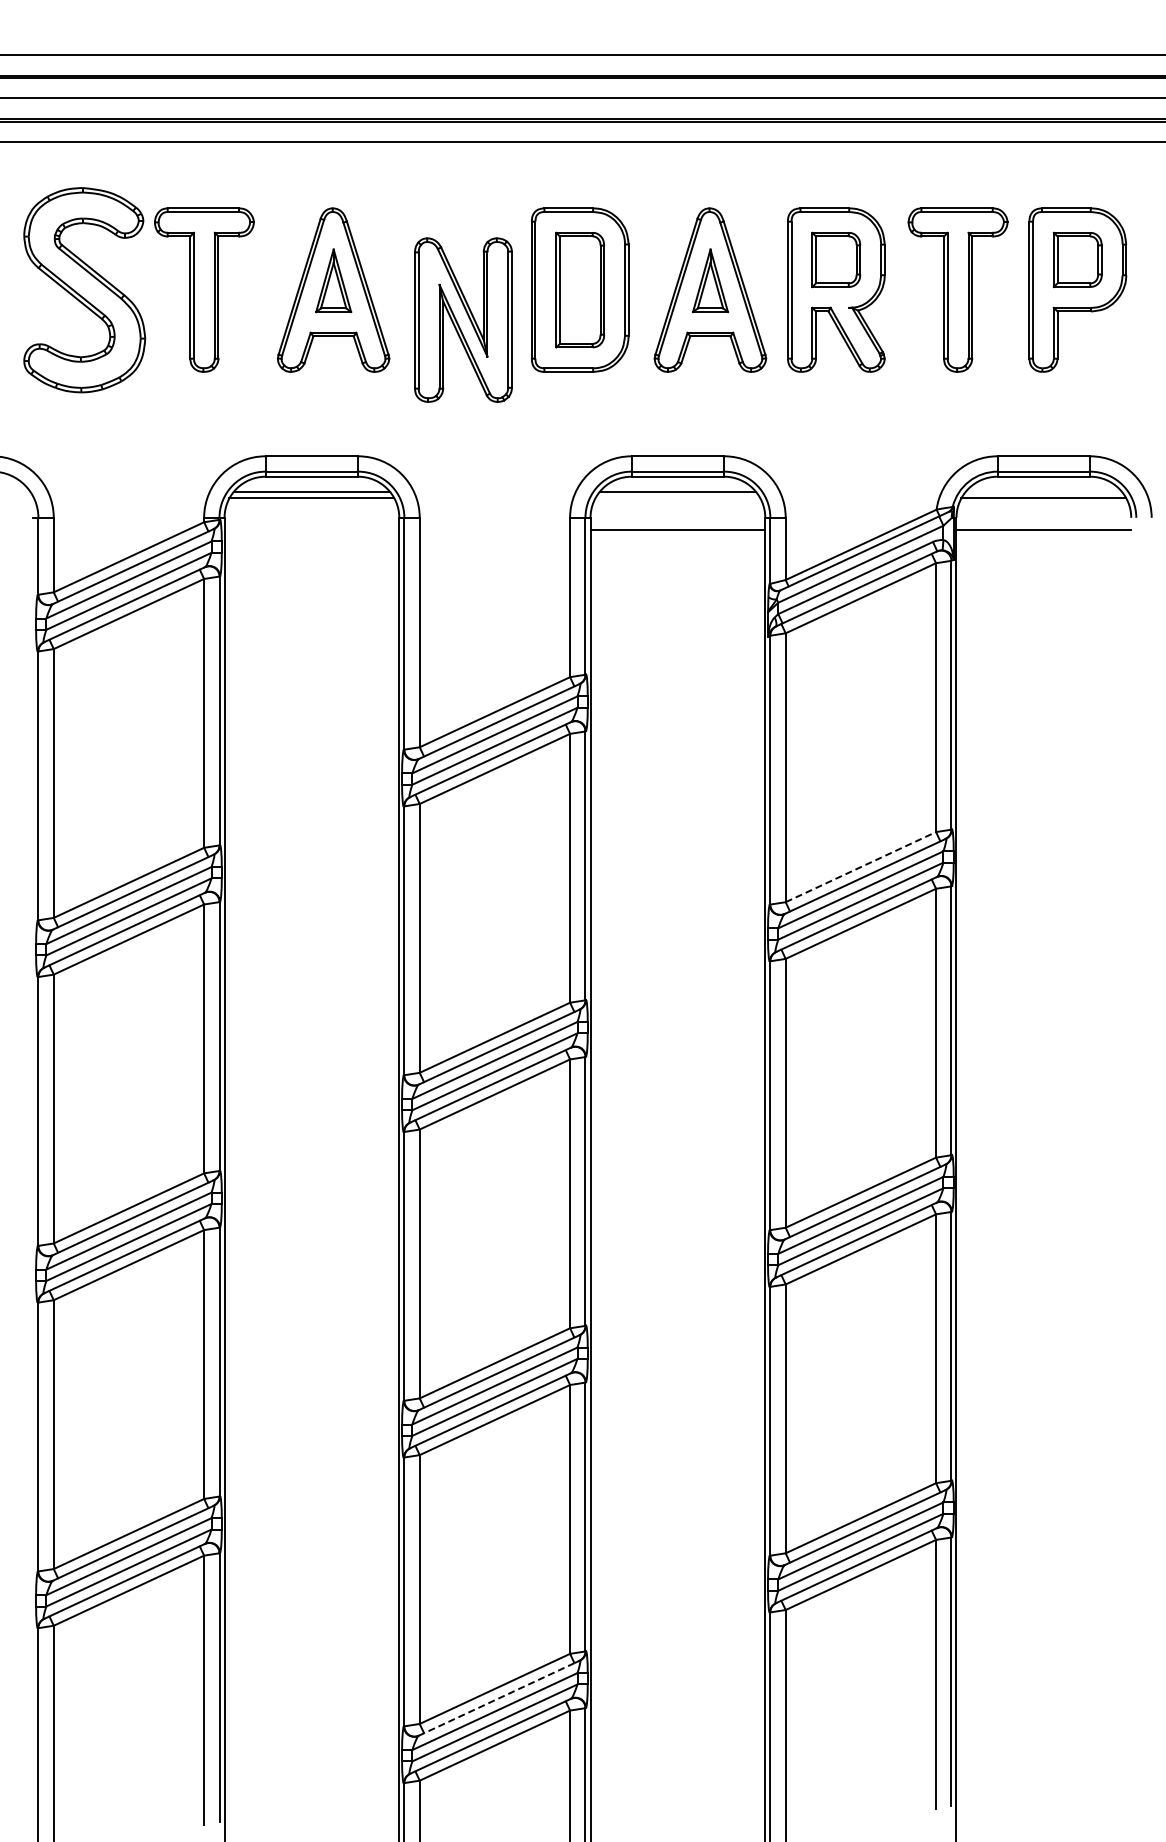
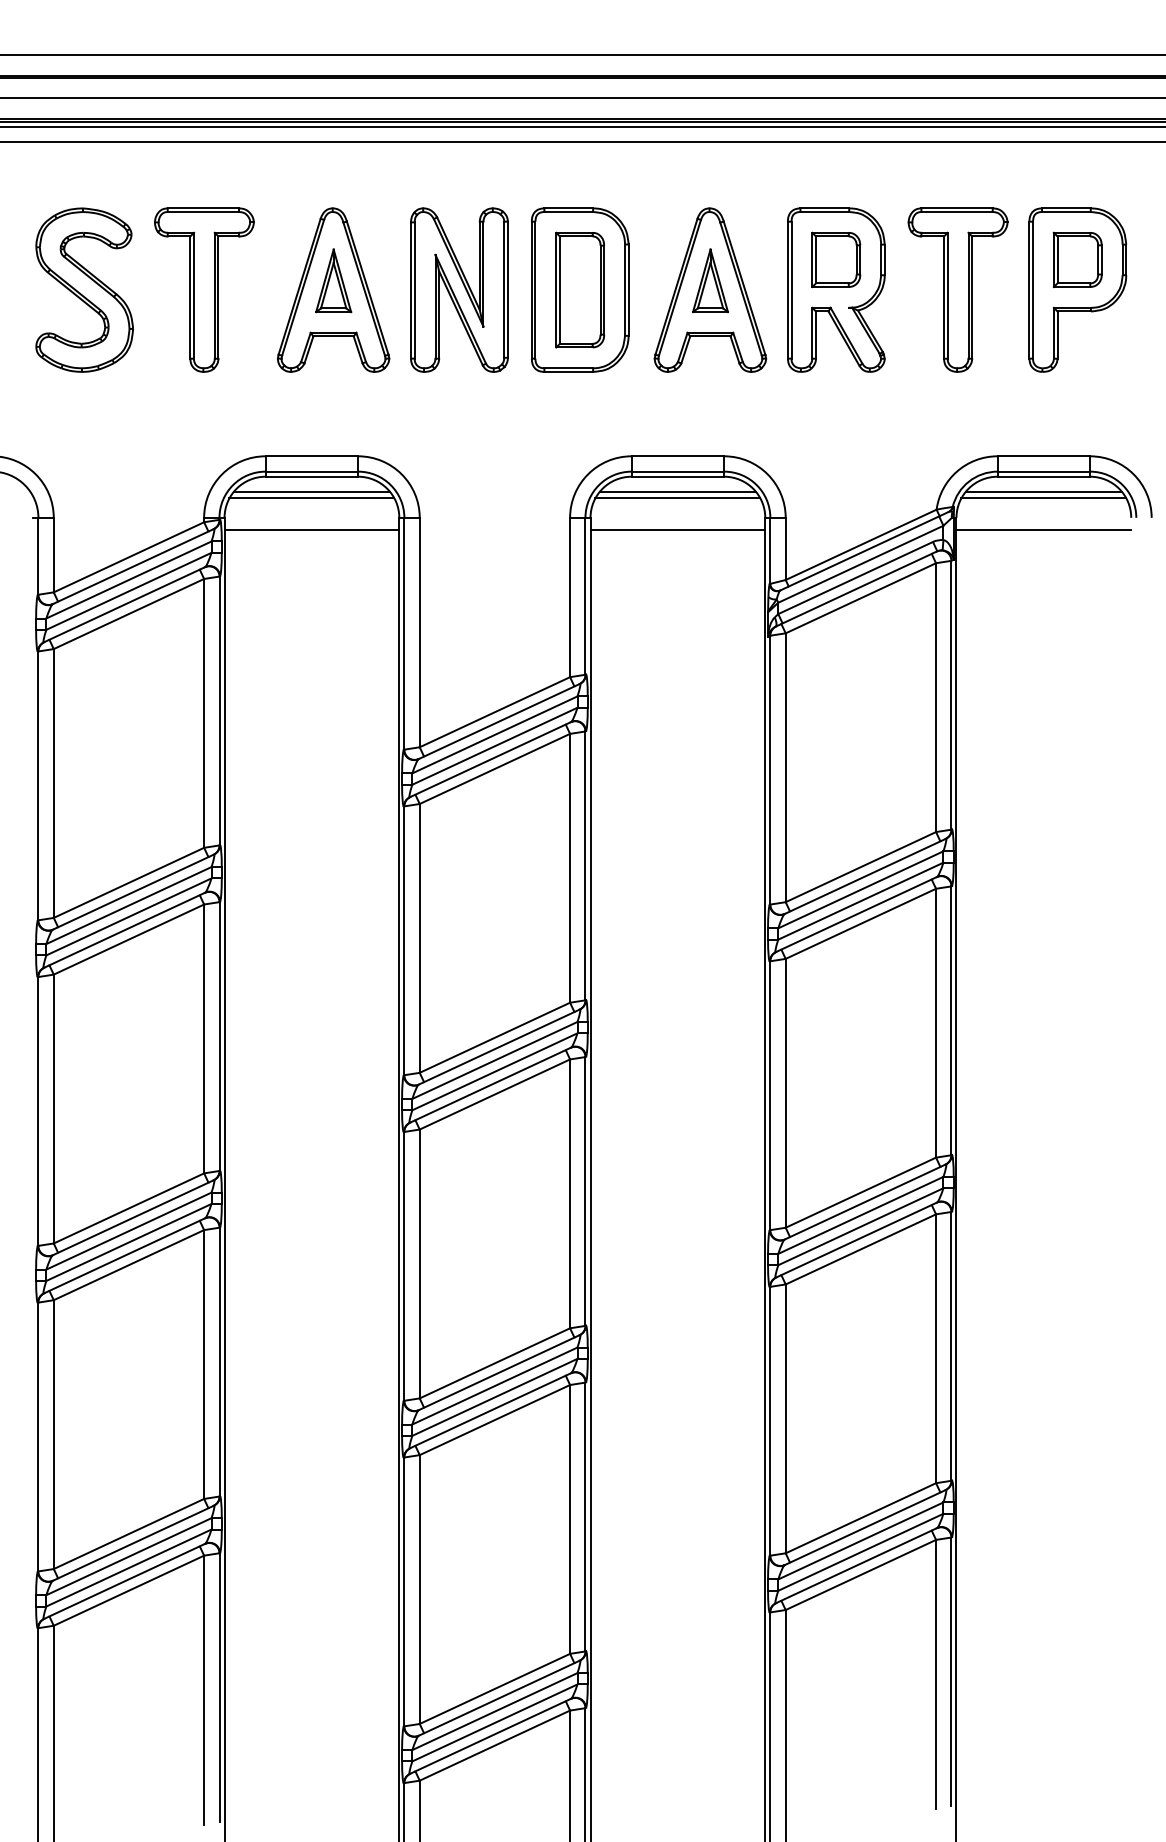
line at (582, 127): none -> present
part at (84, 290) size: 124x207 px -> 99x166 px
part at (463, 319) position: (463, 319) -> (459, 289)
line at (1043, 492): none -> present
line at (677, 498): none -> present
line at (311, 529): none -> present
line at (860, 867): dashed -> solid
line at (499, 1698): dashed -> solid
